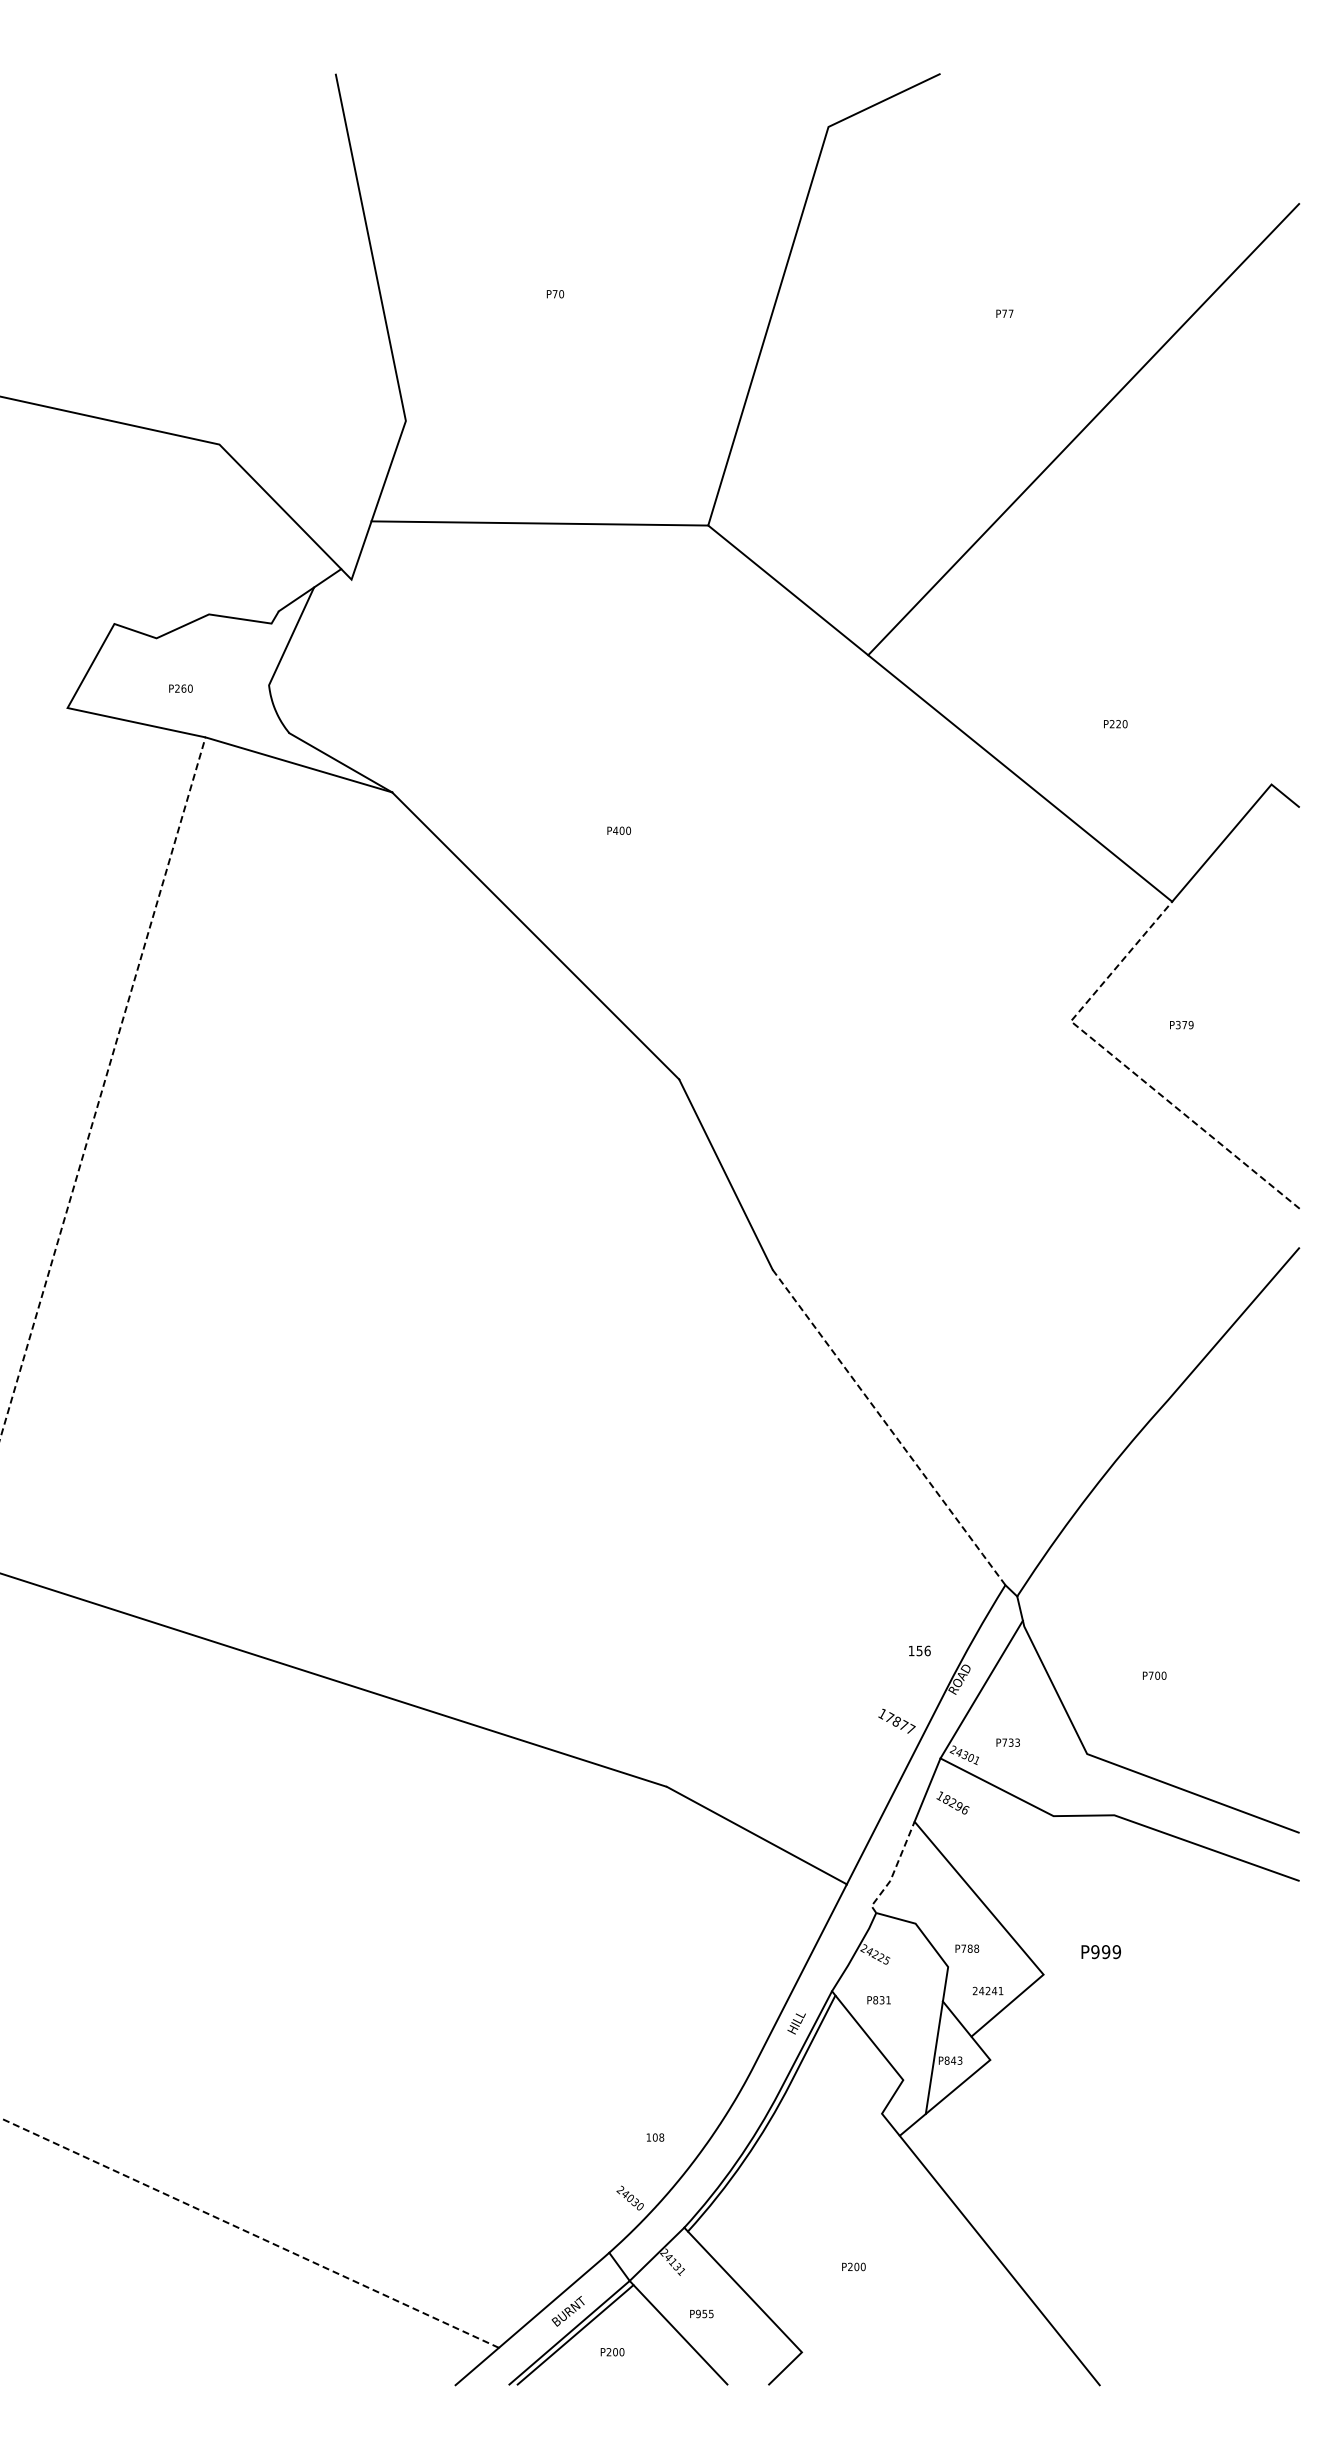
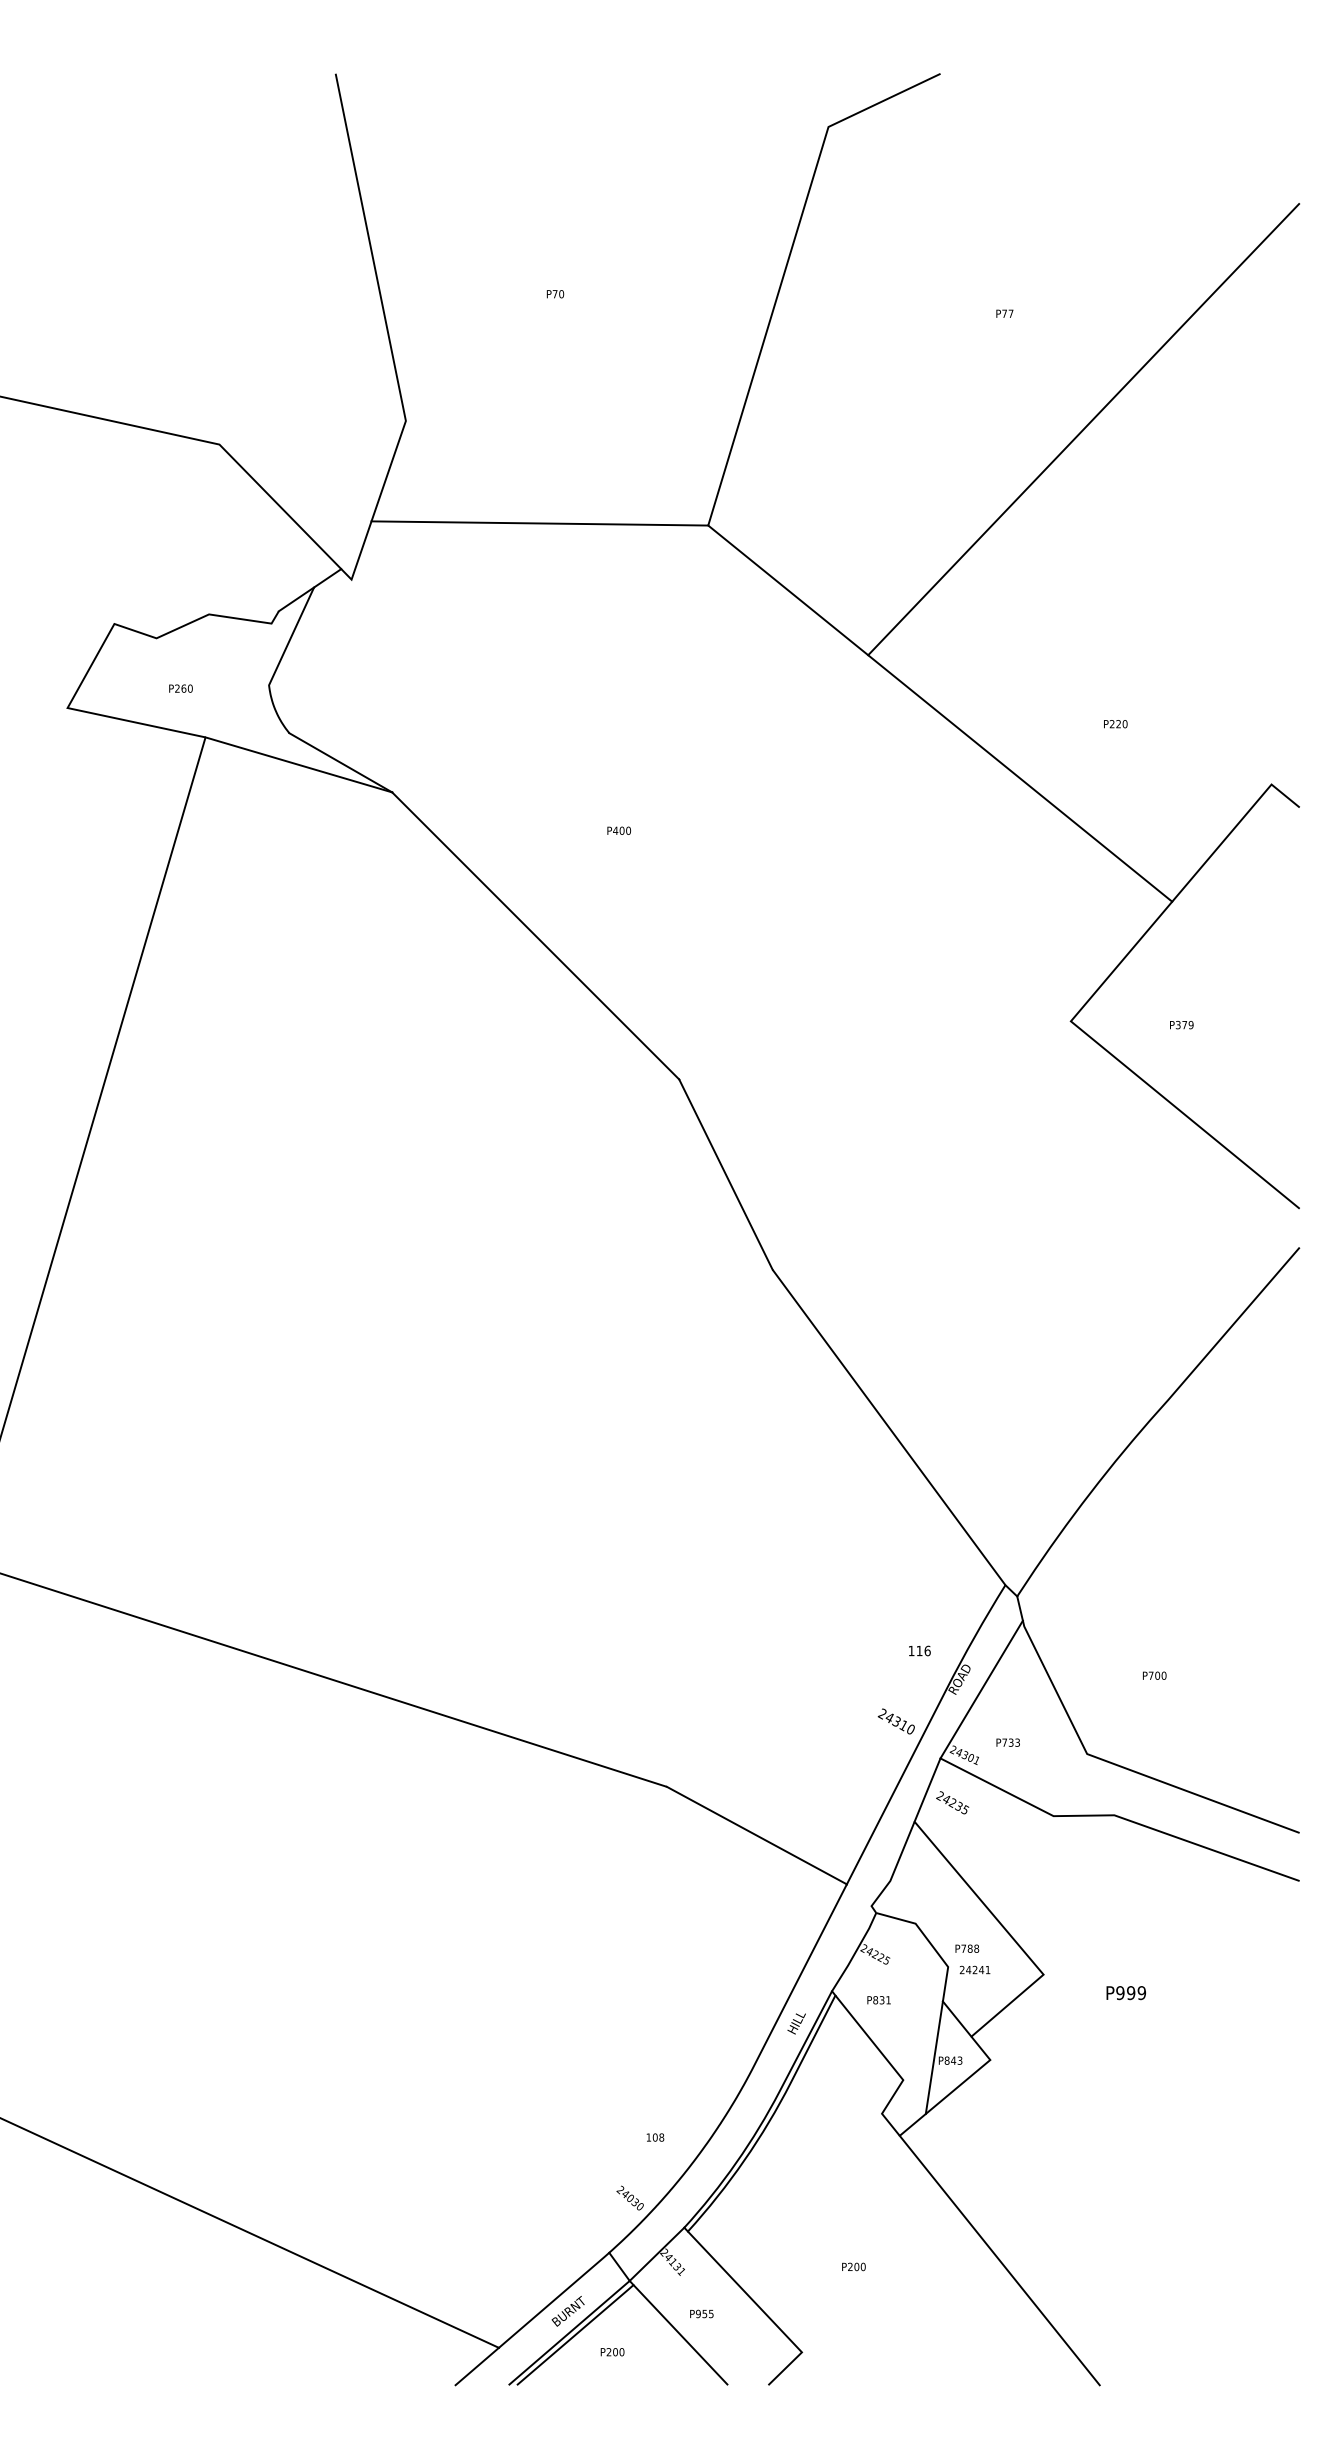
line at (1124, 1065): dashed -> solid
line at (102, 1088): dashed -> solid
line at (889, 1428): dashed -> solid
text at (919, 1650): 156 -> 116
text at (896, 1721): 17877 -> 24310
text at (952, 1802): 18296 -> 24235
line at (894, 1870): dashed -> solid
text at (1100, 1952) position: (1100, 1952) -> (1125, 1993)
text at (987, 1990) position: (987, 1990) -> (974, 1969)
line at (249, 2232): dashed -> solid
